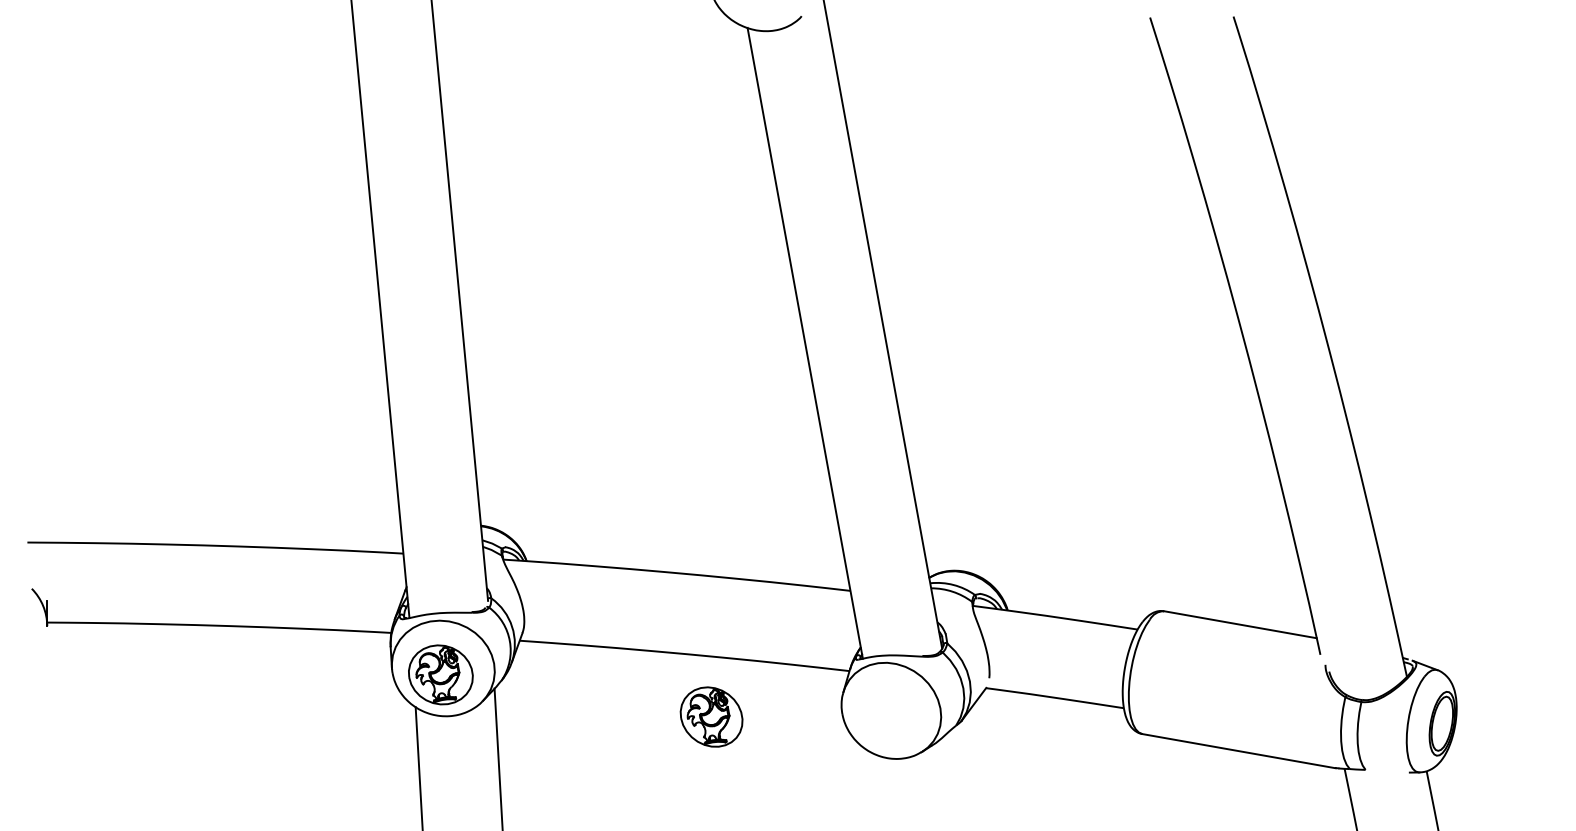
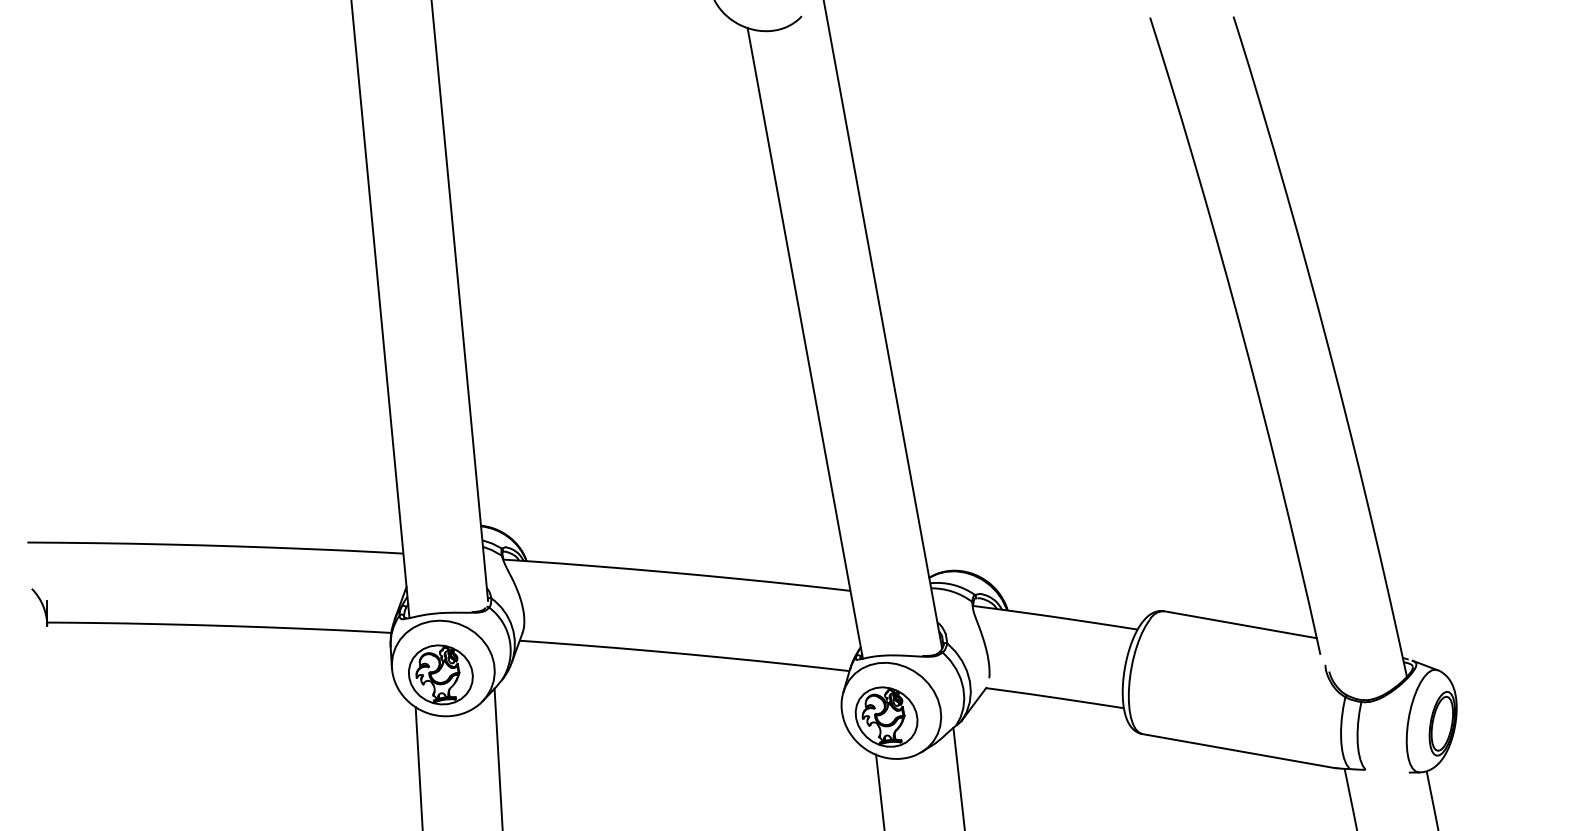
part at (711, 716) position: (711, 716) -> (886, 716)
line at (958, 777): none -> present
line at (880, 790): none -> present
